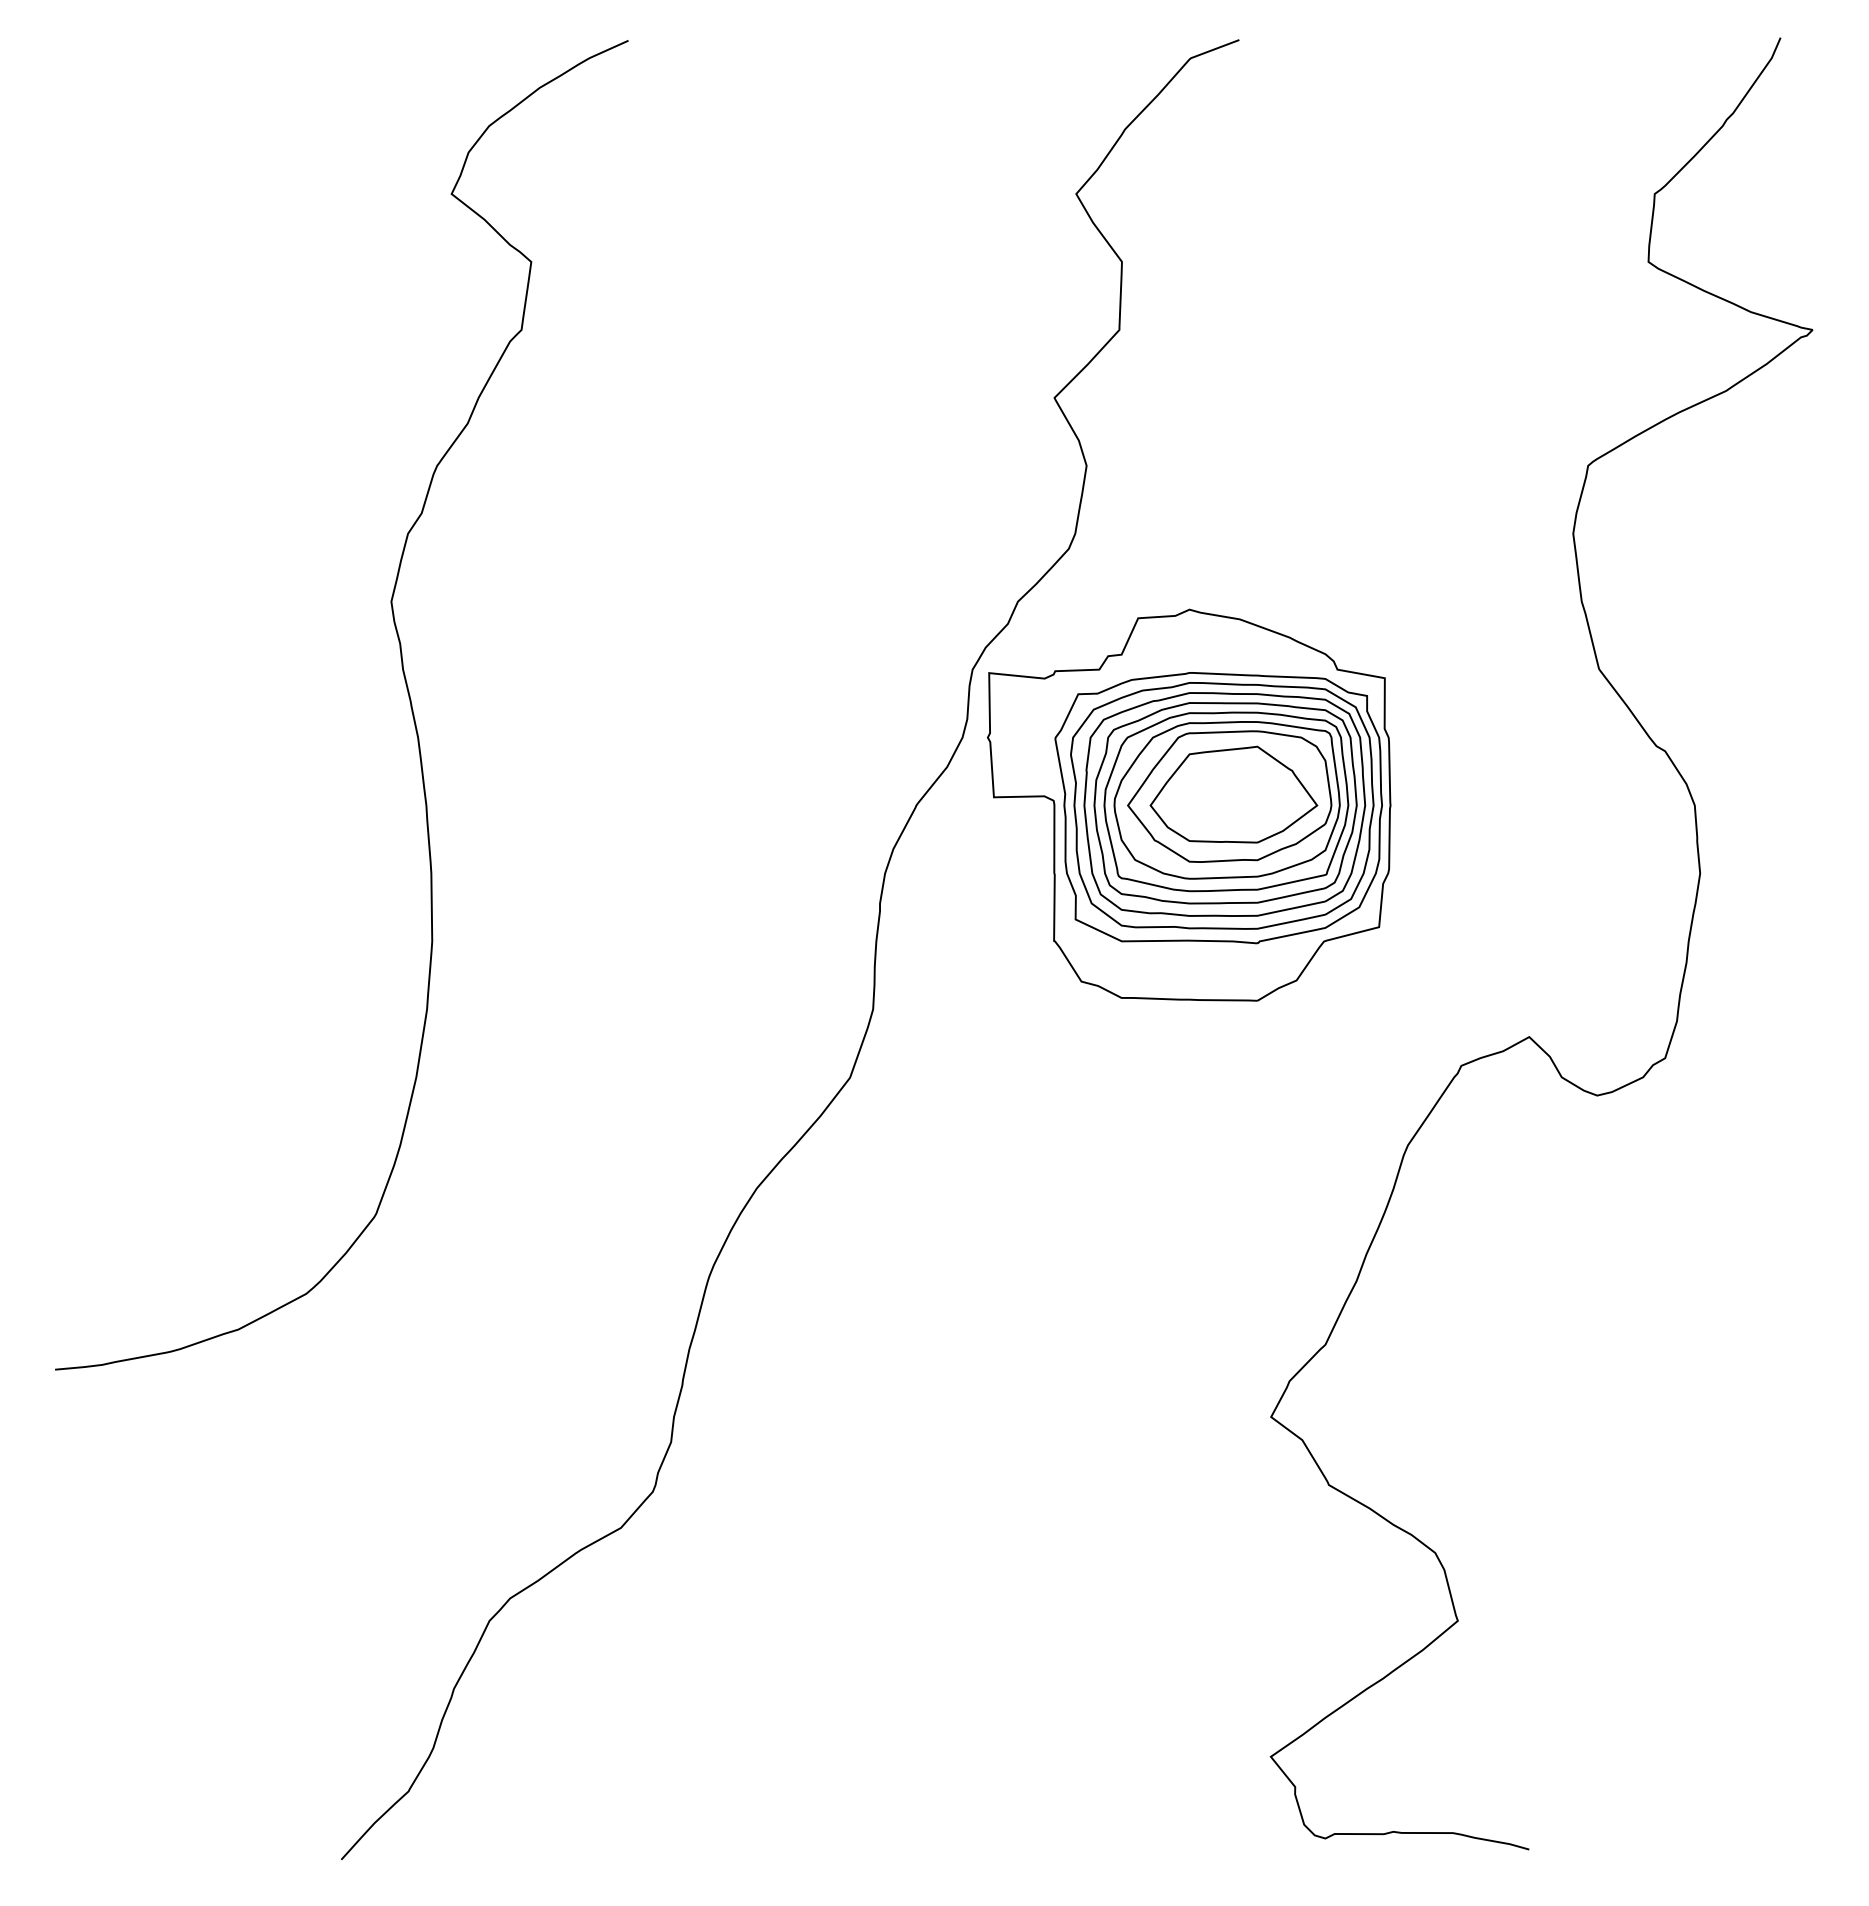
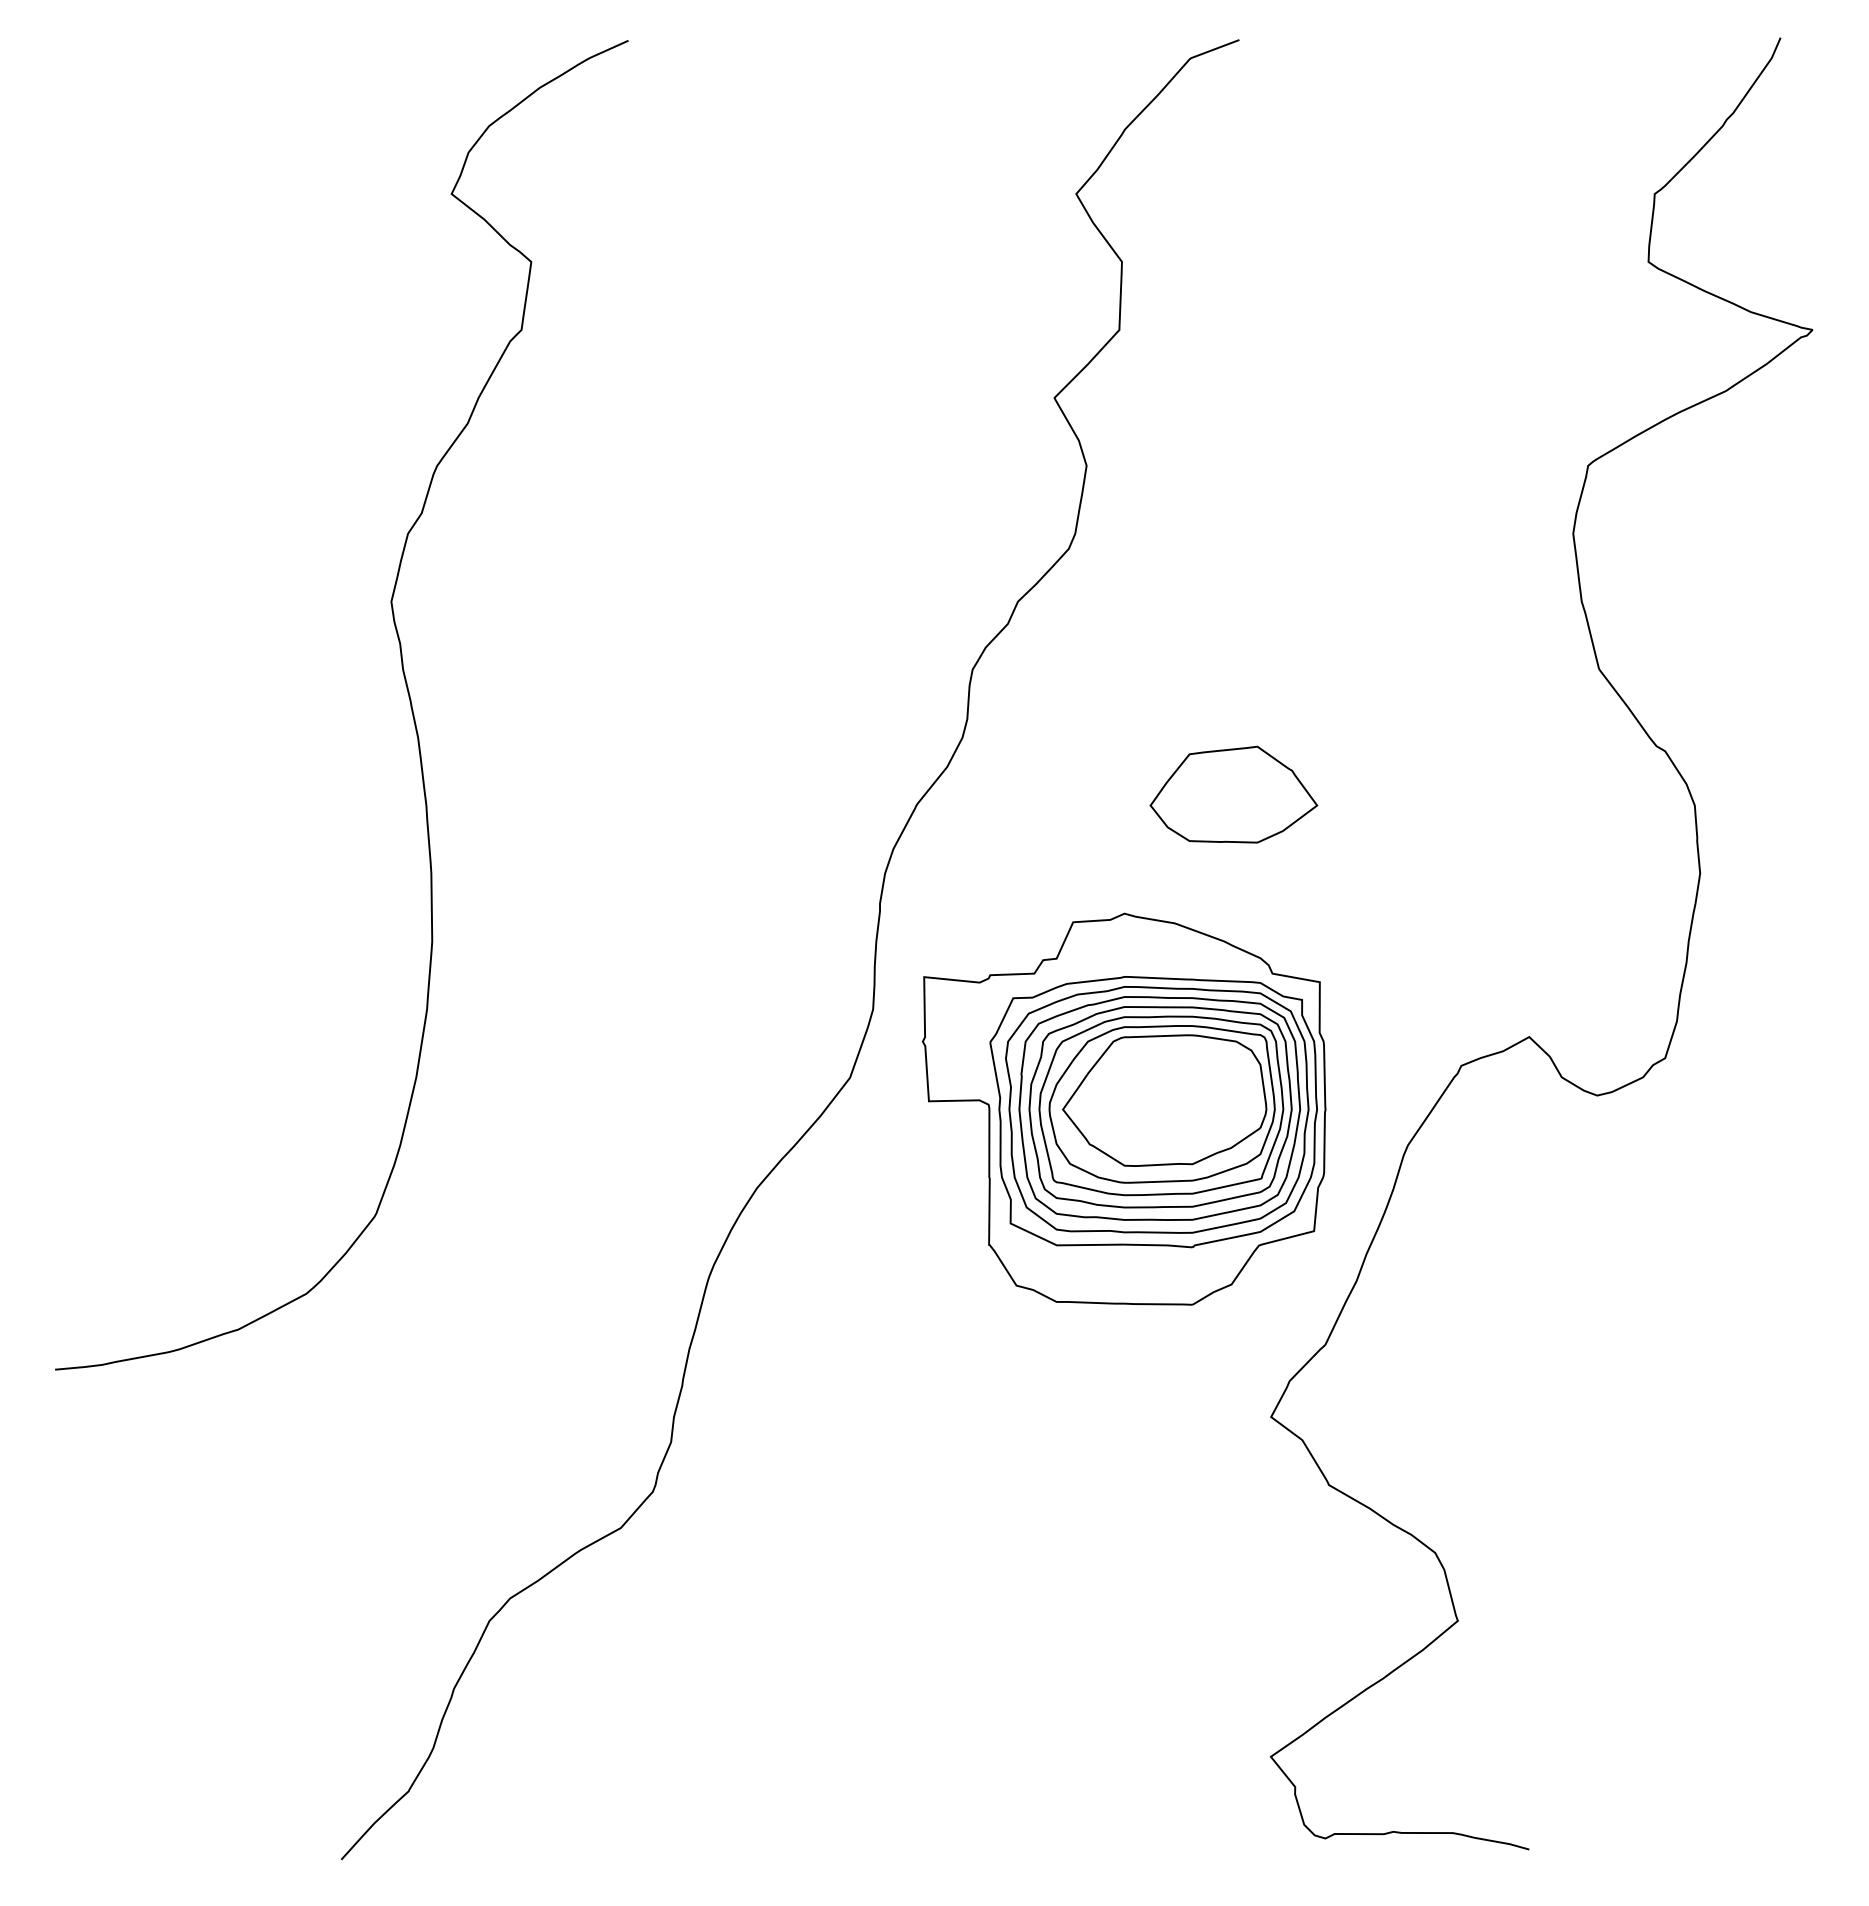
part at (1189, 804) position: (1189, 804) -> (1124, 1108)
